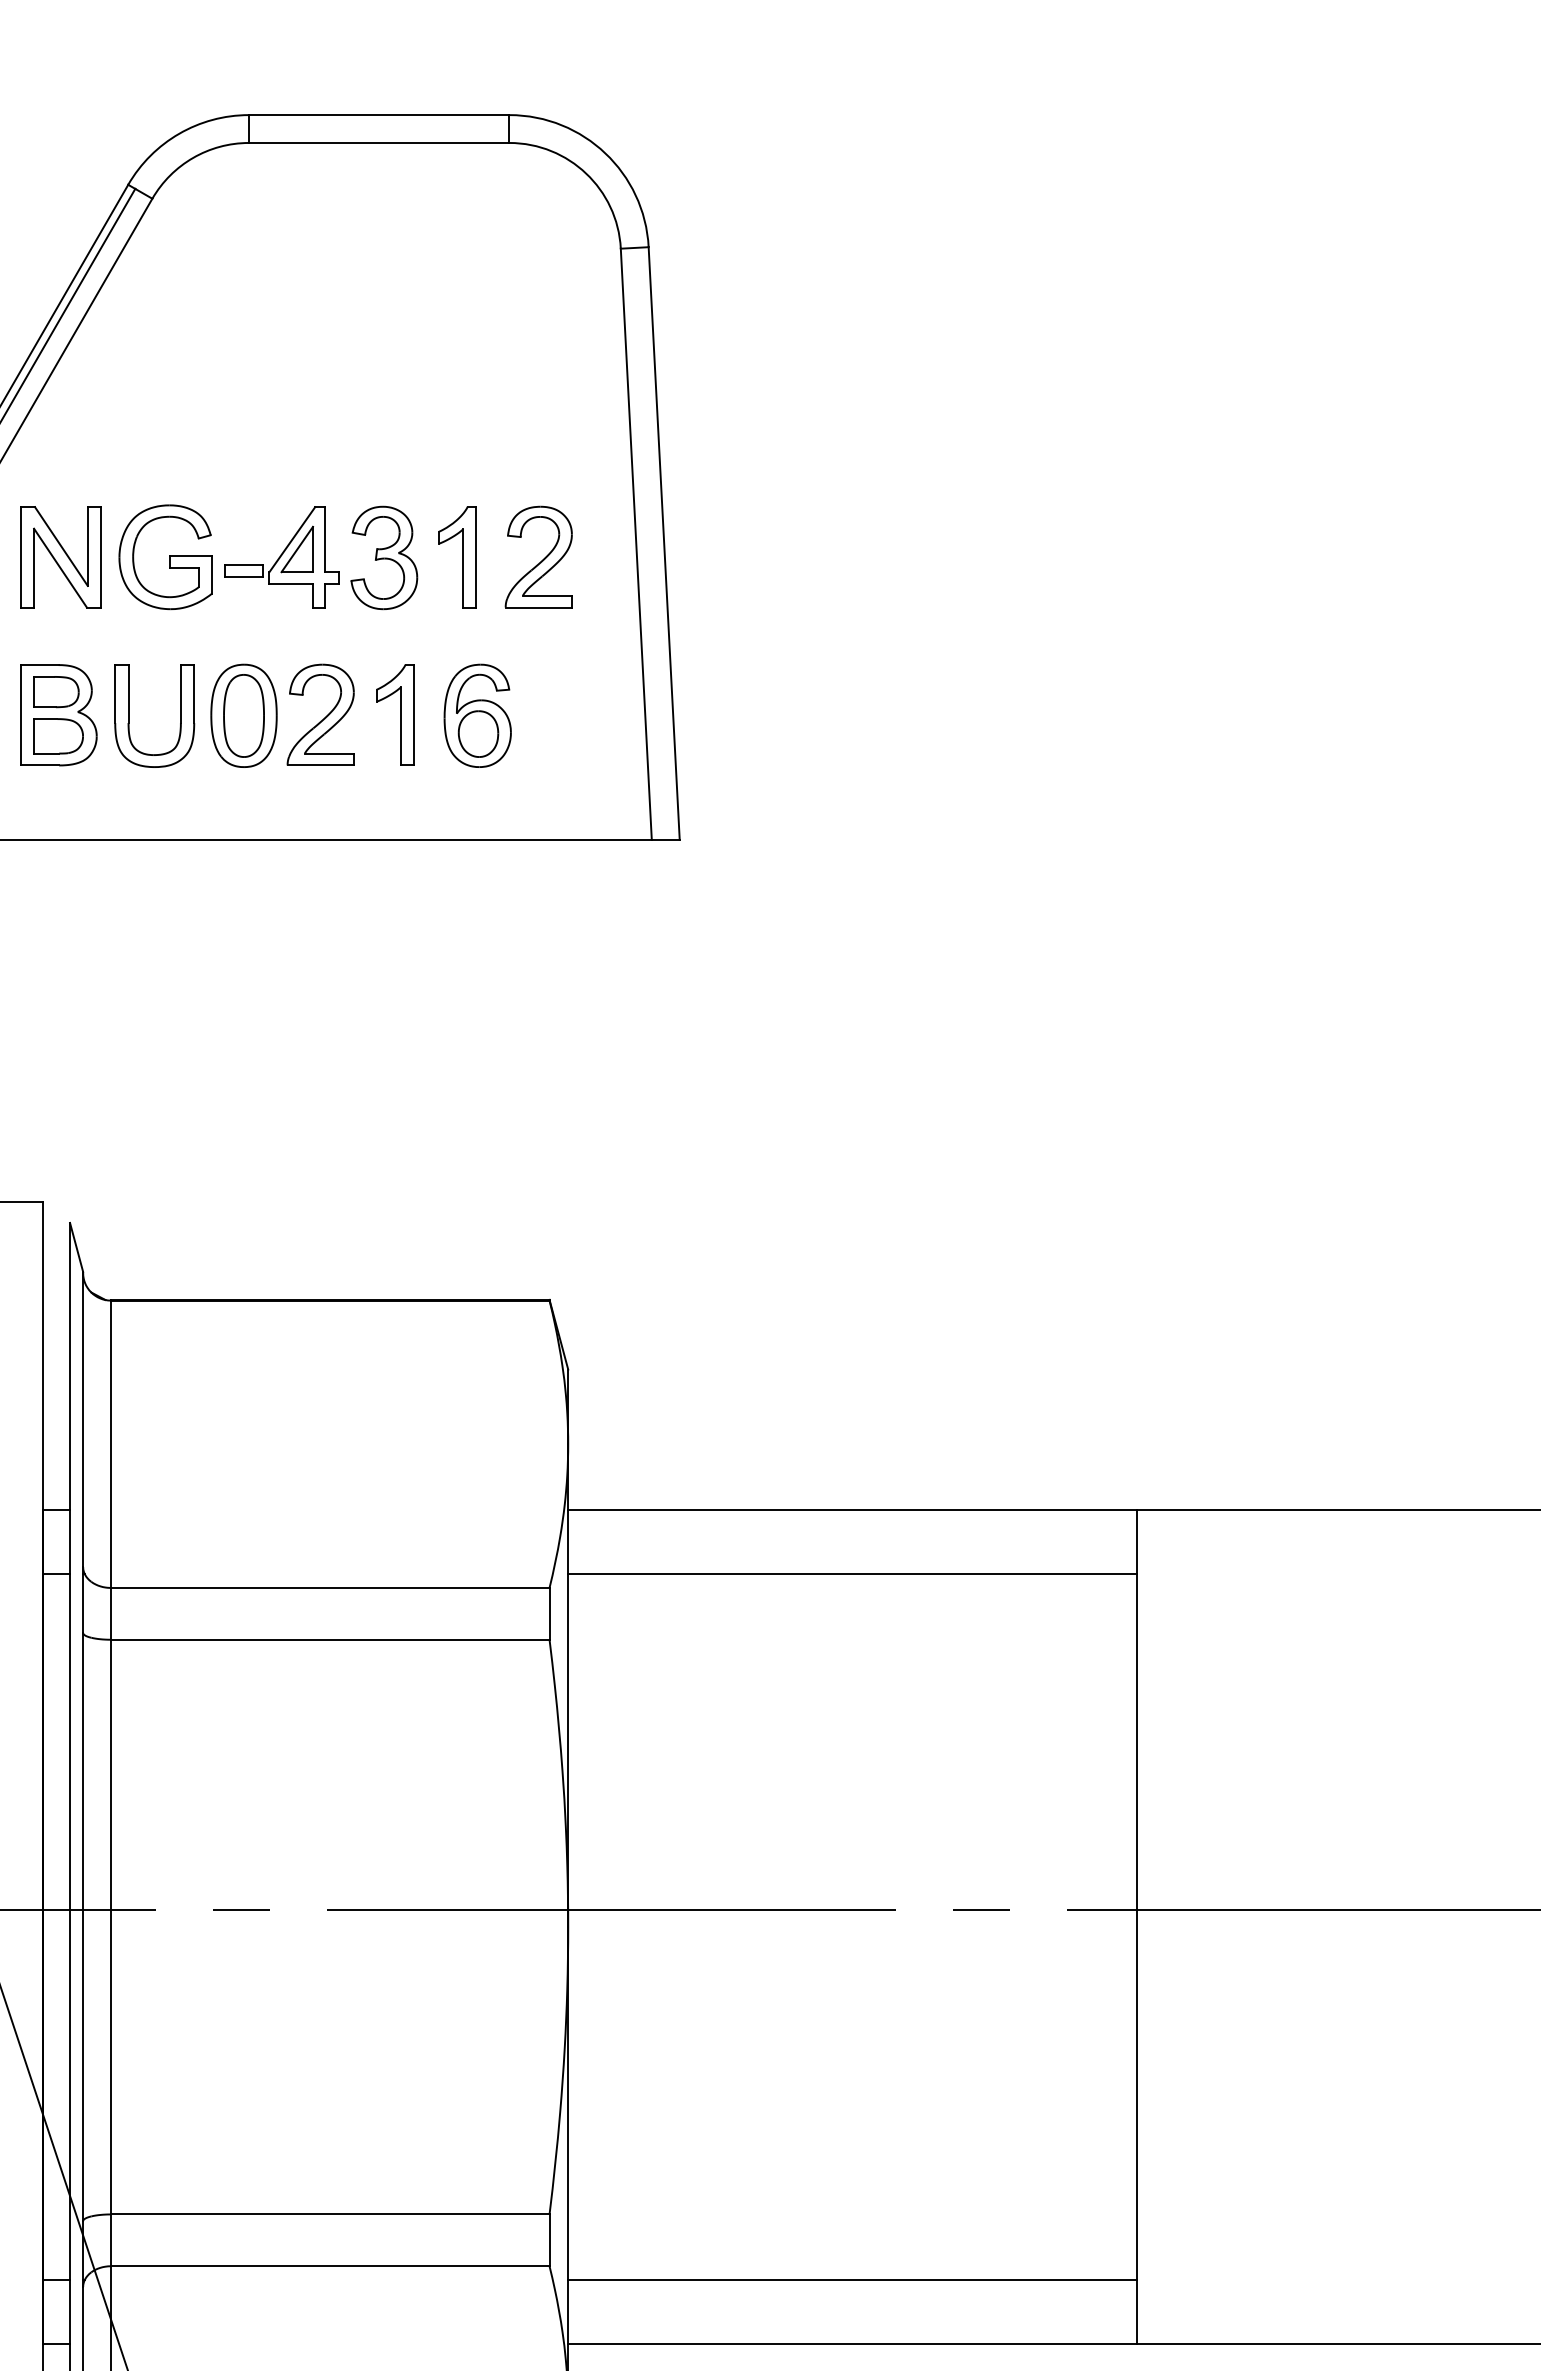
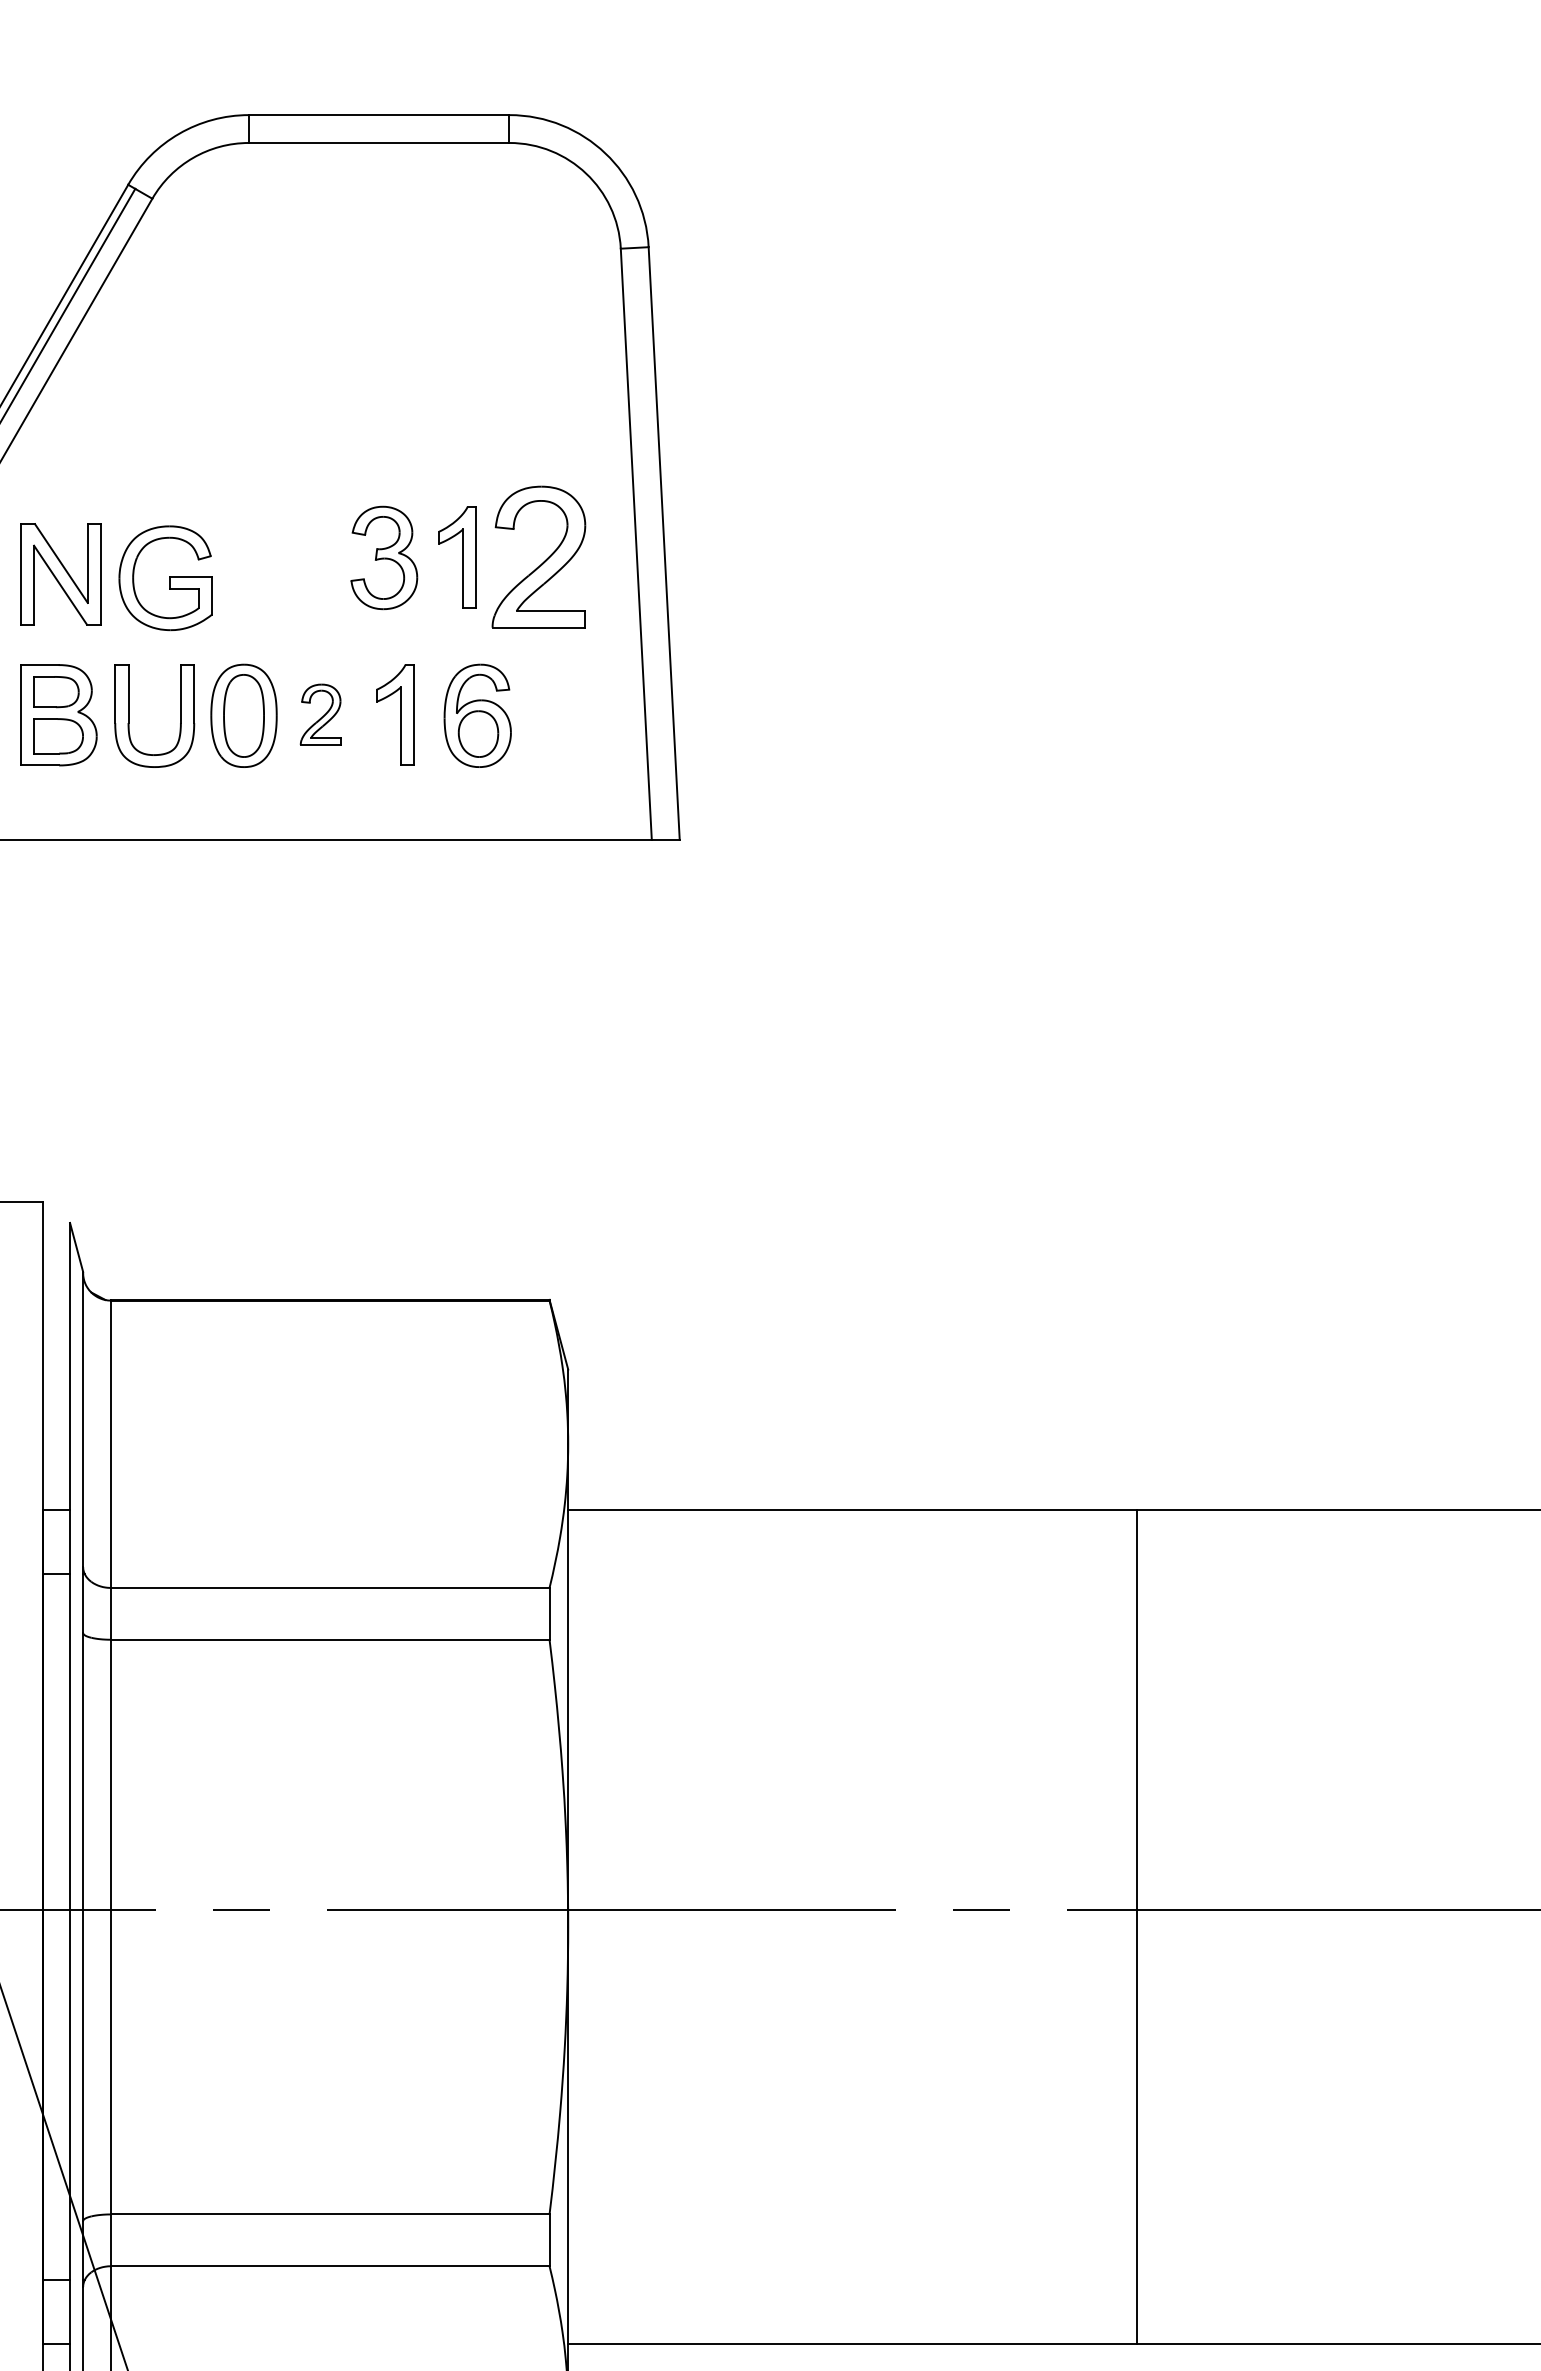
part at (538, 556) size: 69x104 px -> 96x144 px
part at (60, 557) position: (60, 557) -> (60, 574)
part at (165, 557) position: (165, 557) -> (165, 578)
part at (281, 557): present -> none
part at (320, 714) size: 69x103 px -> 43x63 px
line at (852, 1573): present -> none
line at (852, 2280): present -> none
